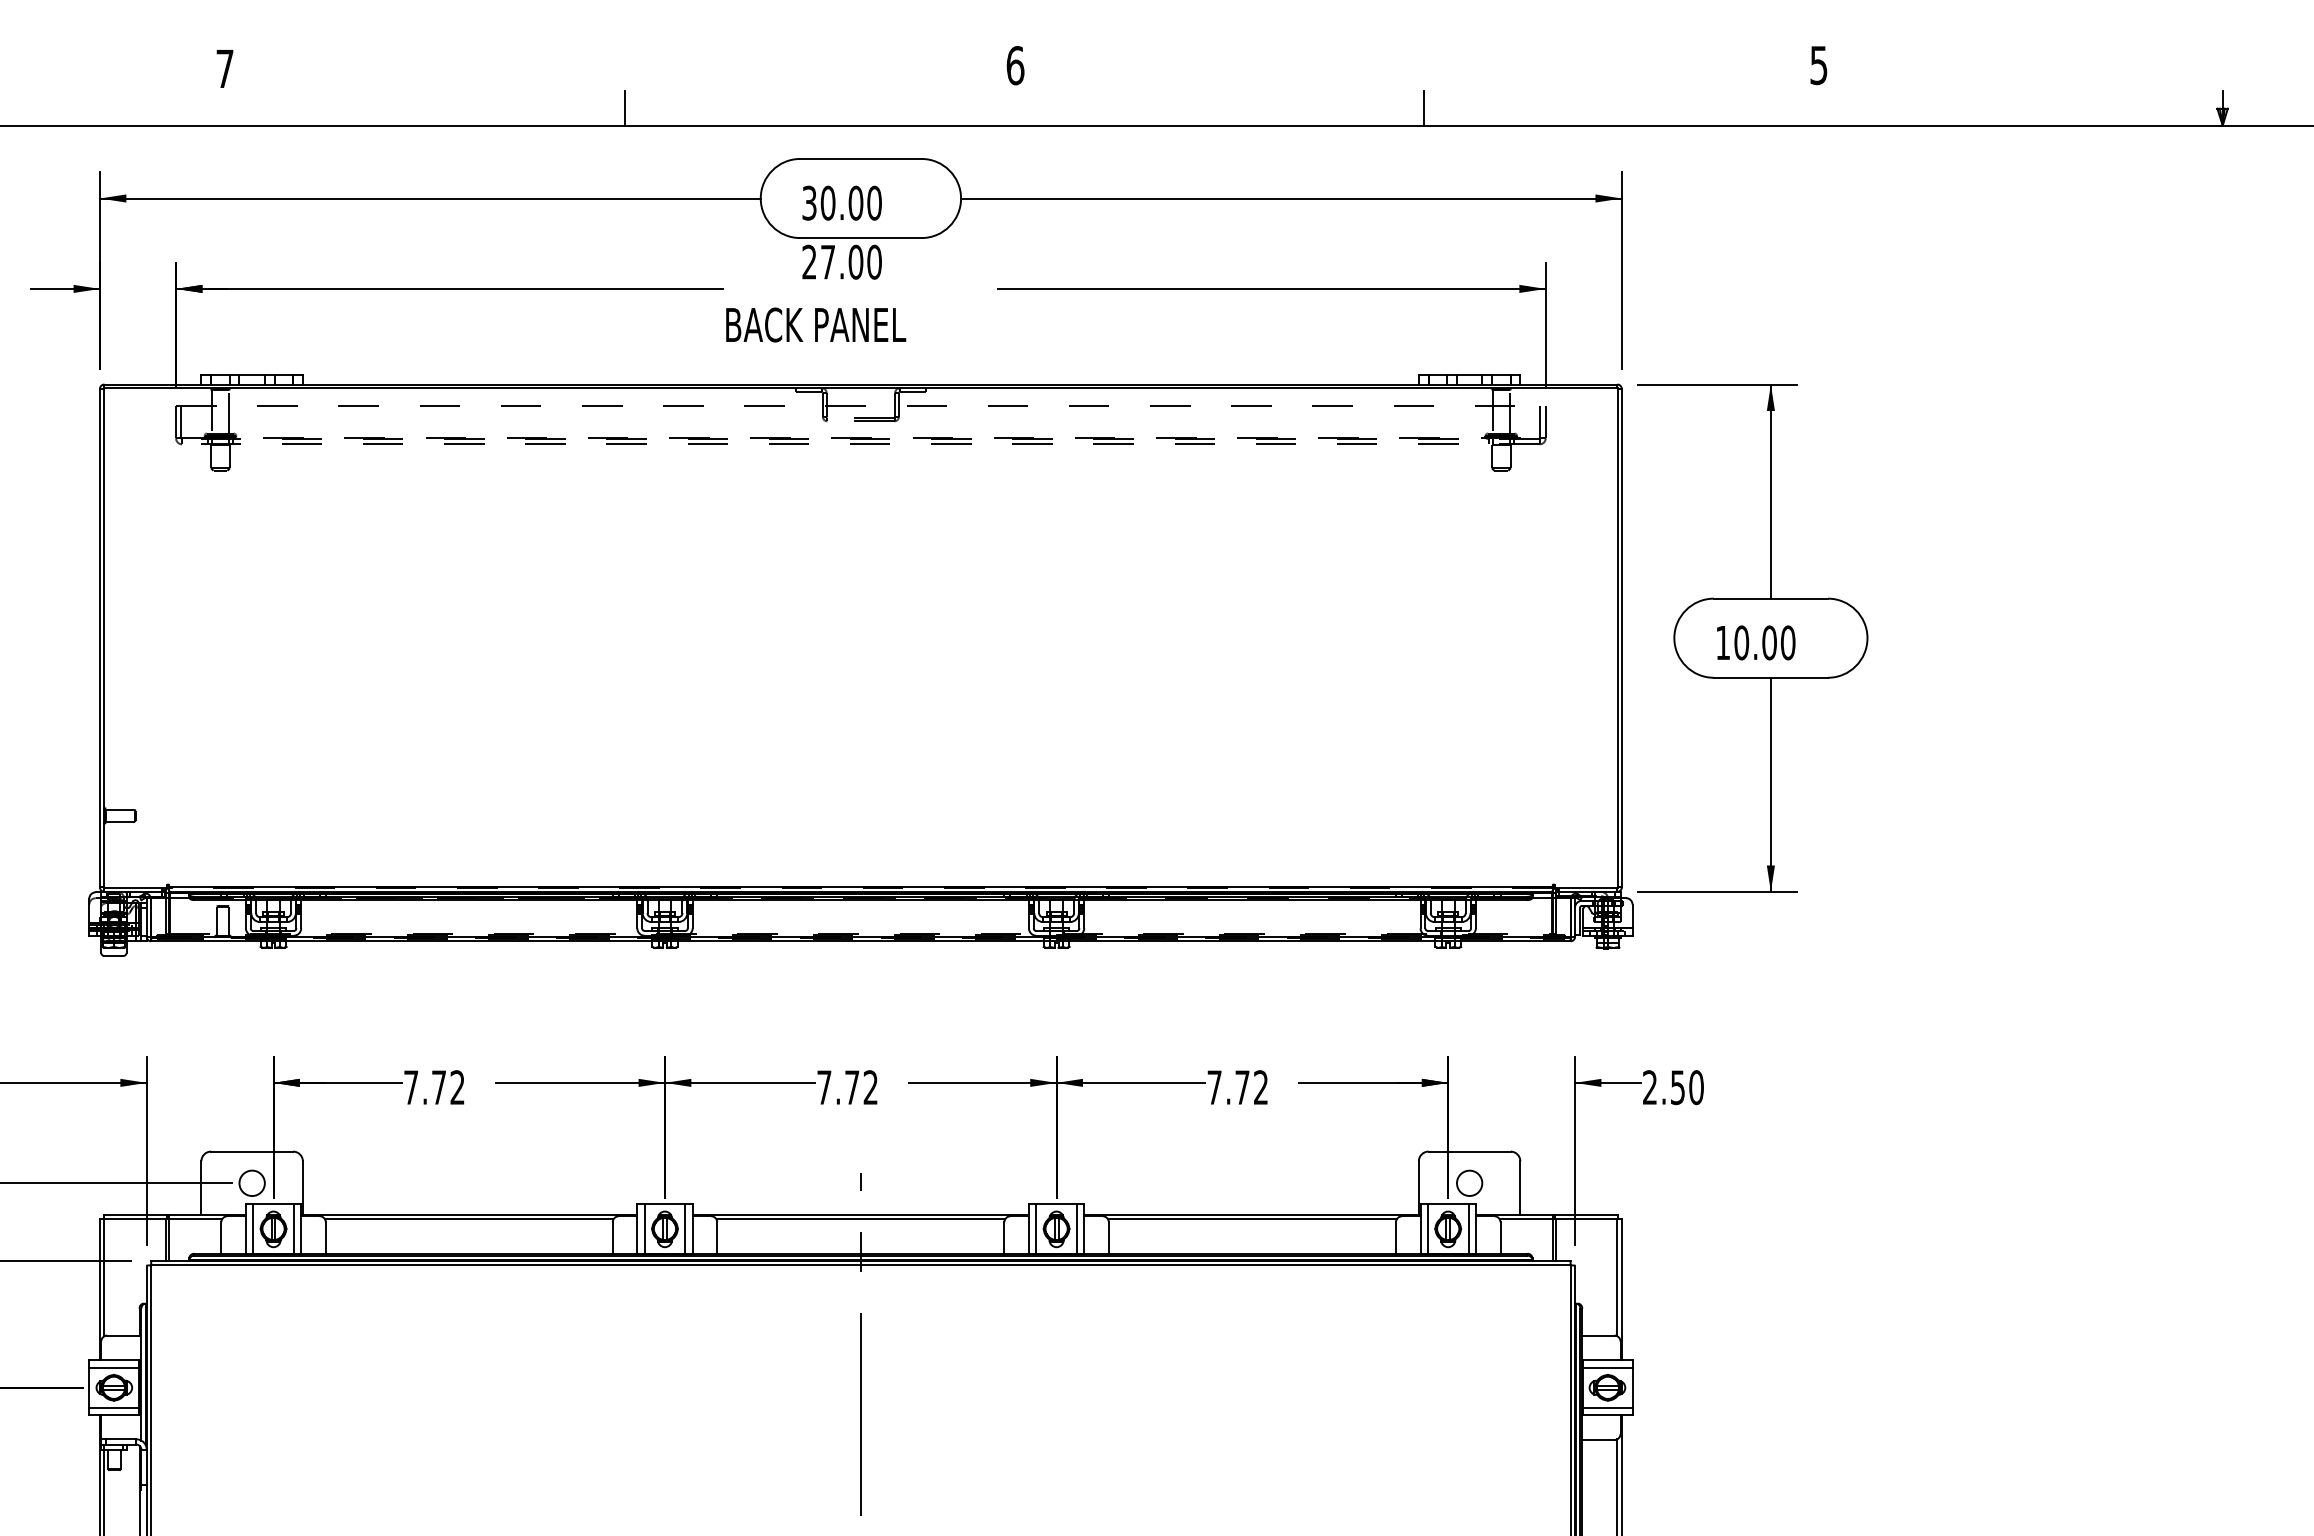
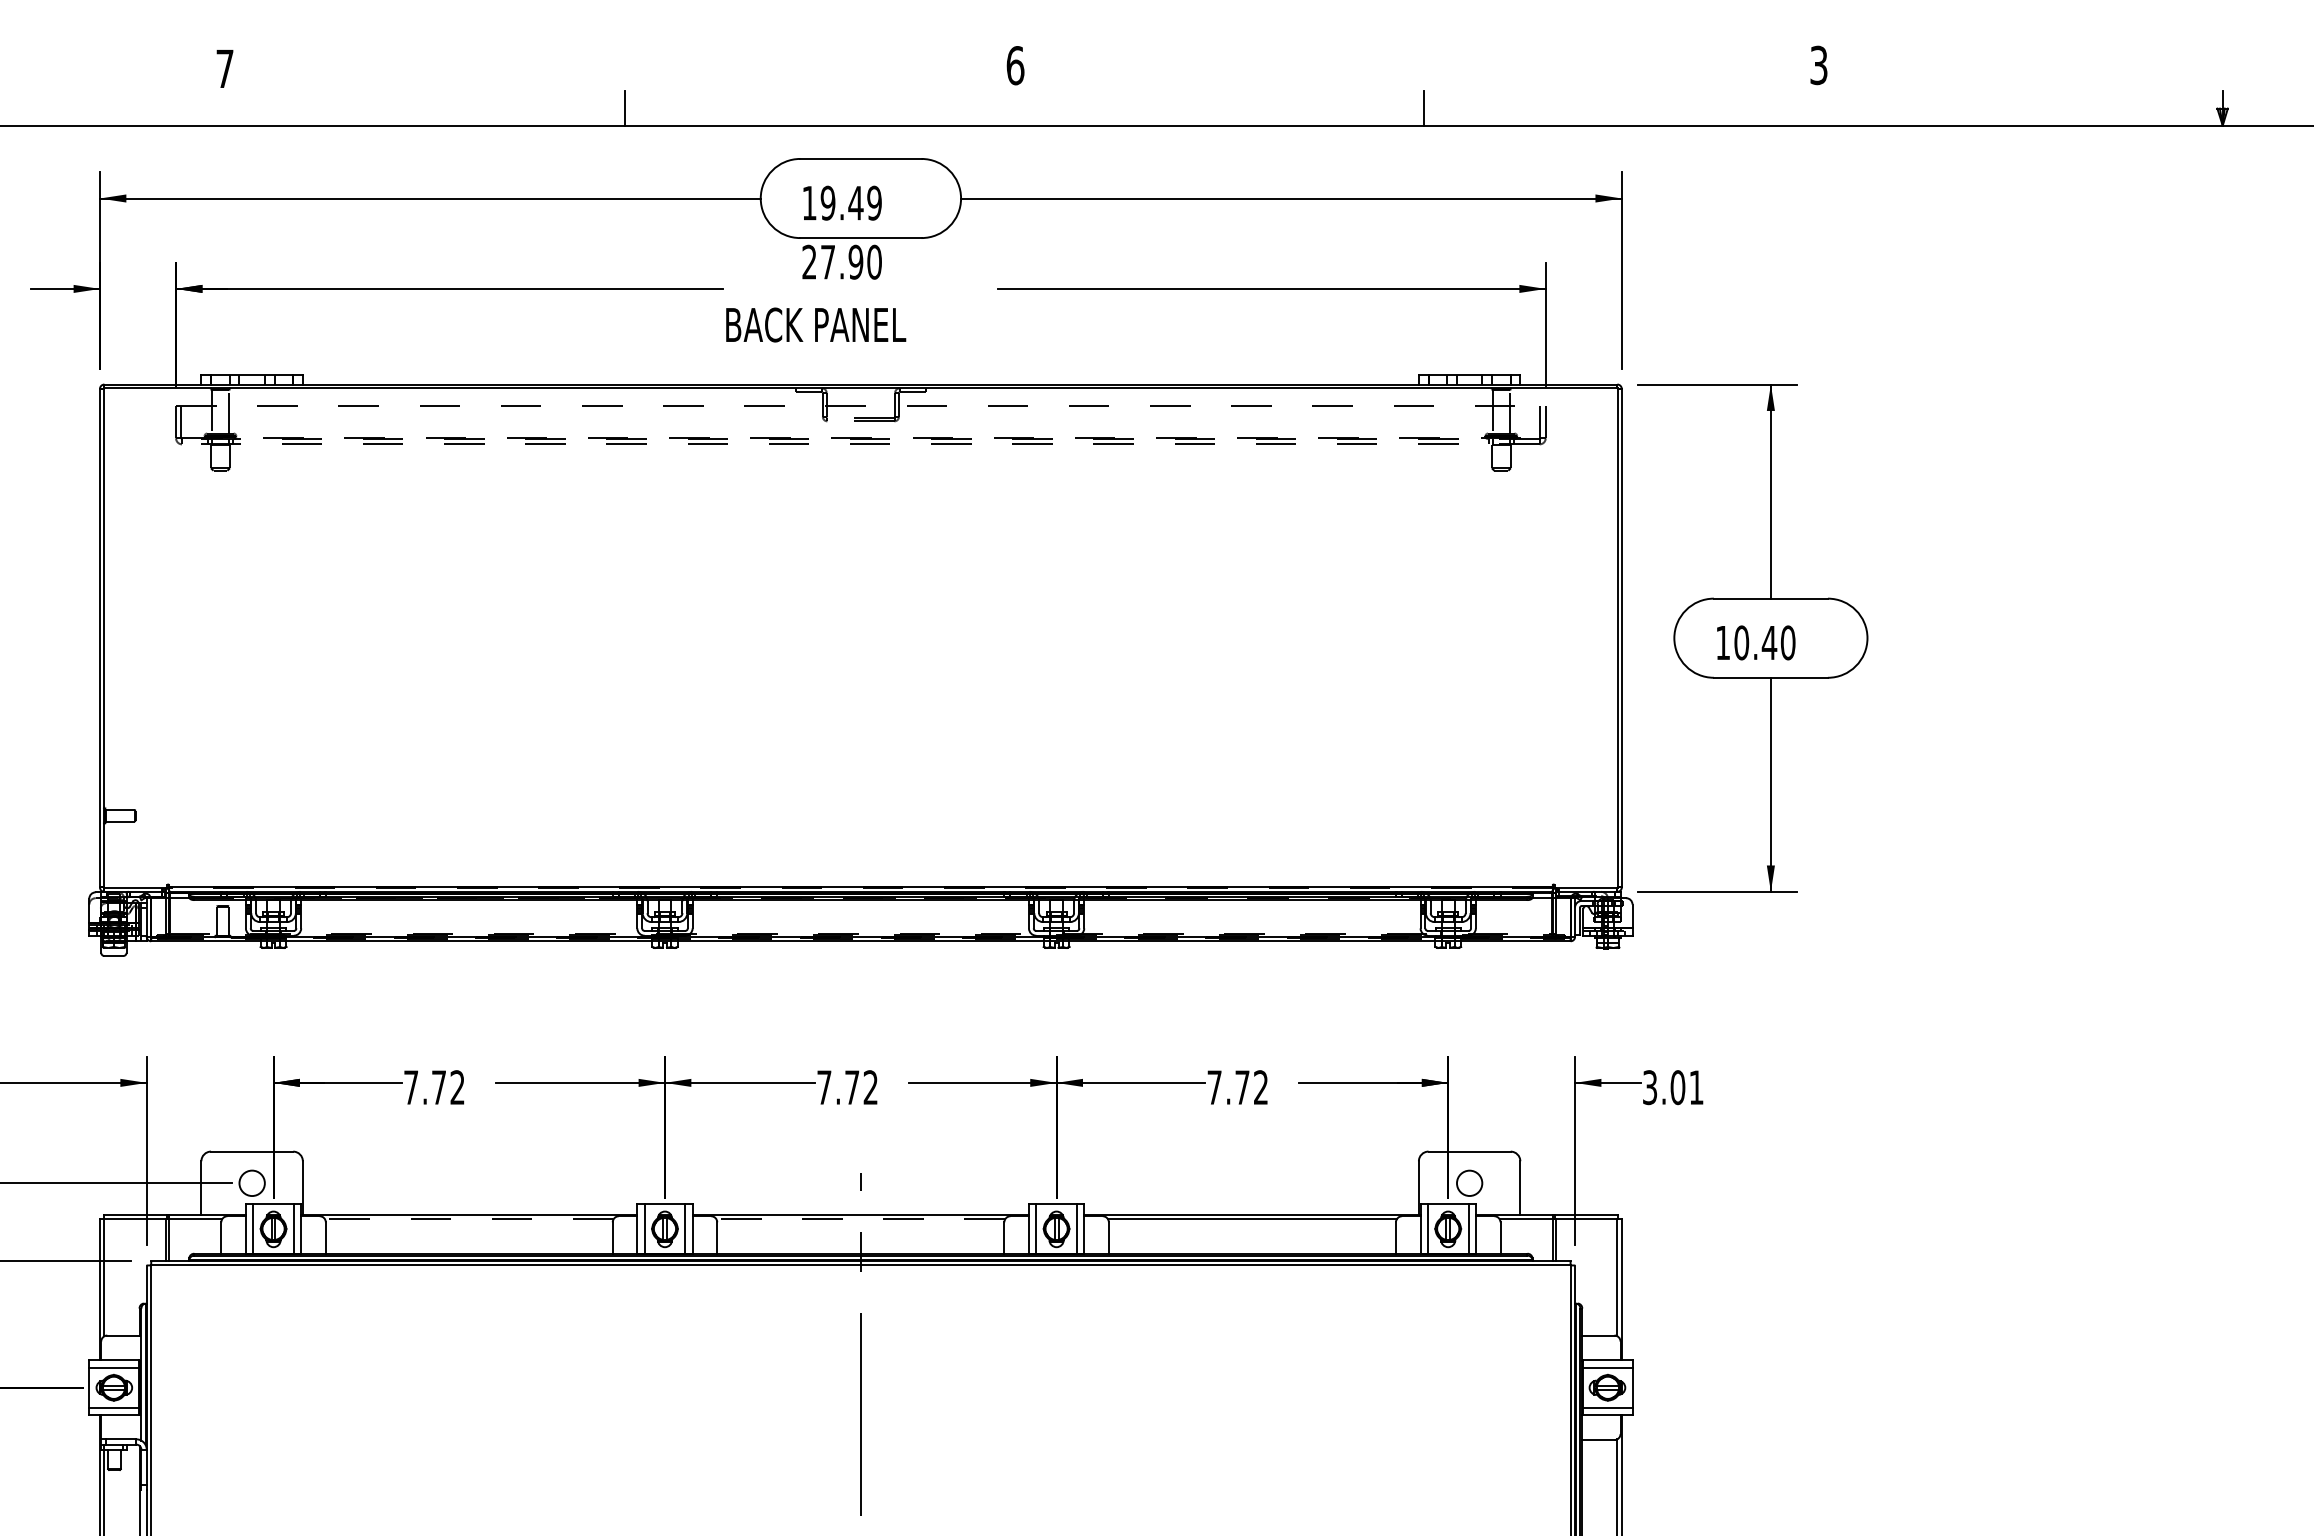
text at (1819, 64): 5 -> 3
text at (841, 202): 30.00 -> 19.49
text at (855, 262): 27.00 -> 27.90
text at (1769, 642): 10.00 -> 10.40
text at (1673, 1087): 2.50 -> 3.01
line at (468, 1219): solid -> dashed
line at (860, 1219): solid -> dashed
